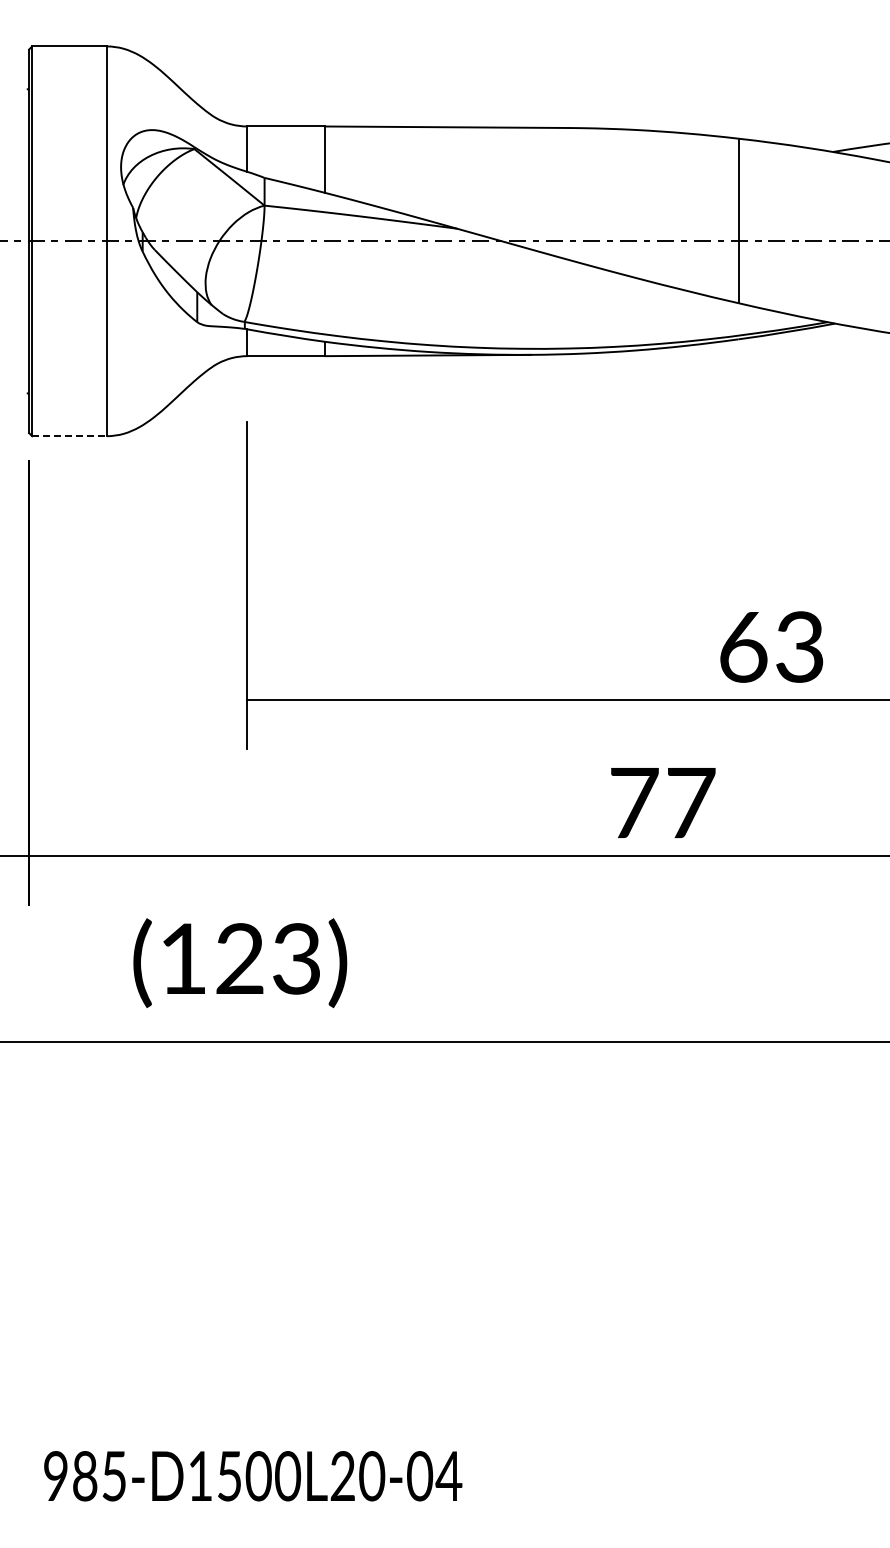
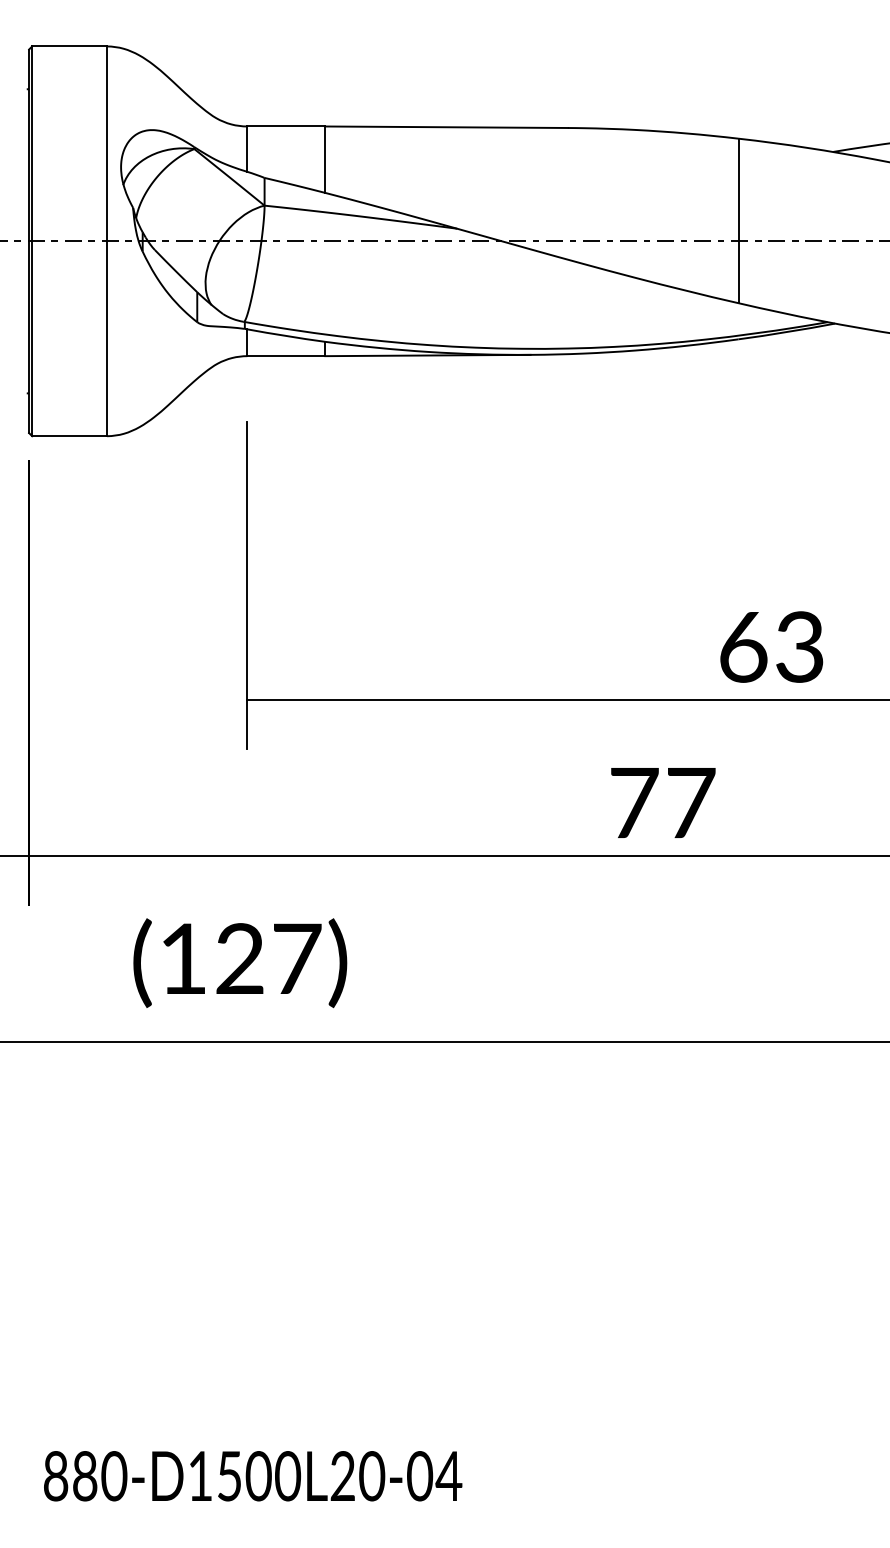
line at (70, 436): dashed -> solid
text at (297, 958): (123) -> (127)
text at (85, 1476): 985-D1500L20-04 -> 880-D1500L20-04
